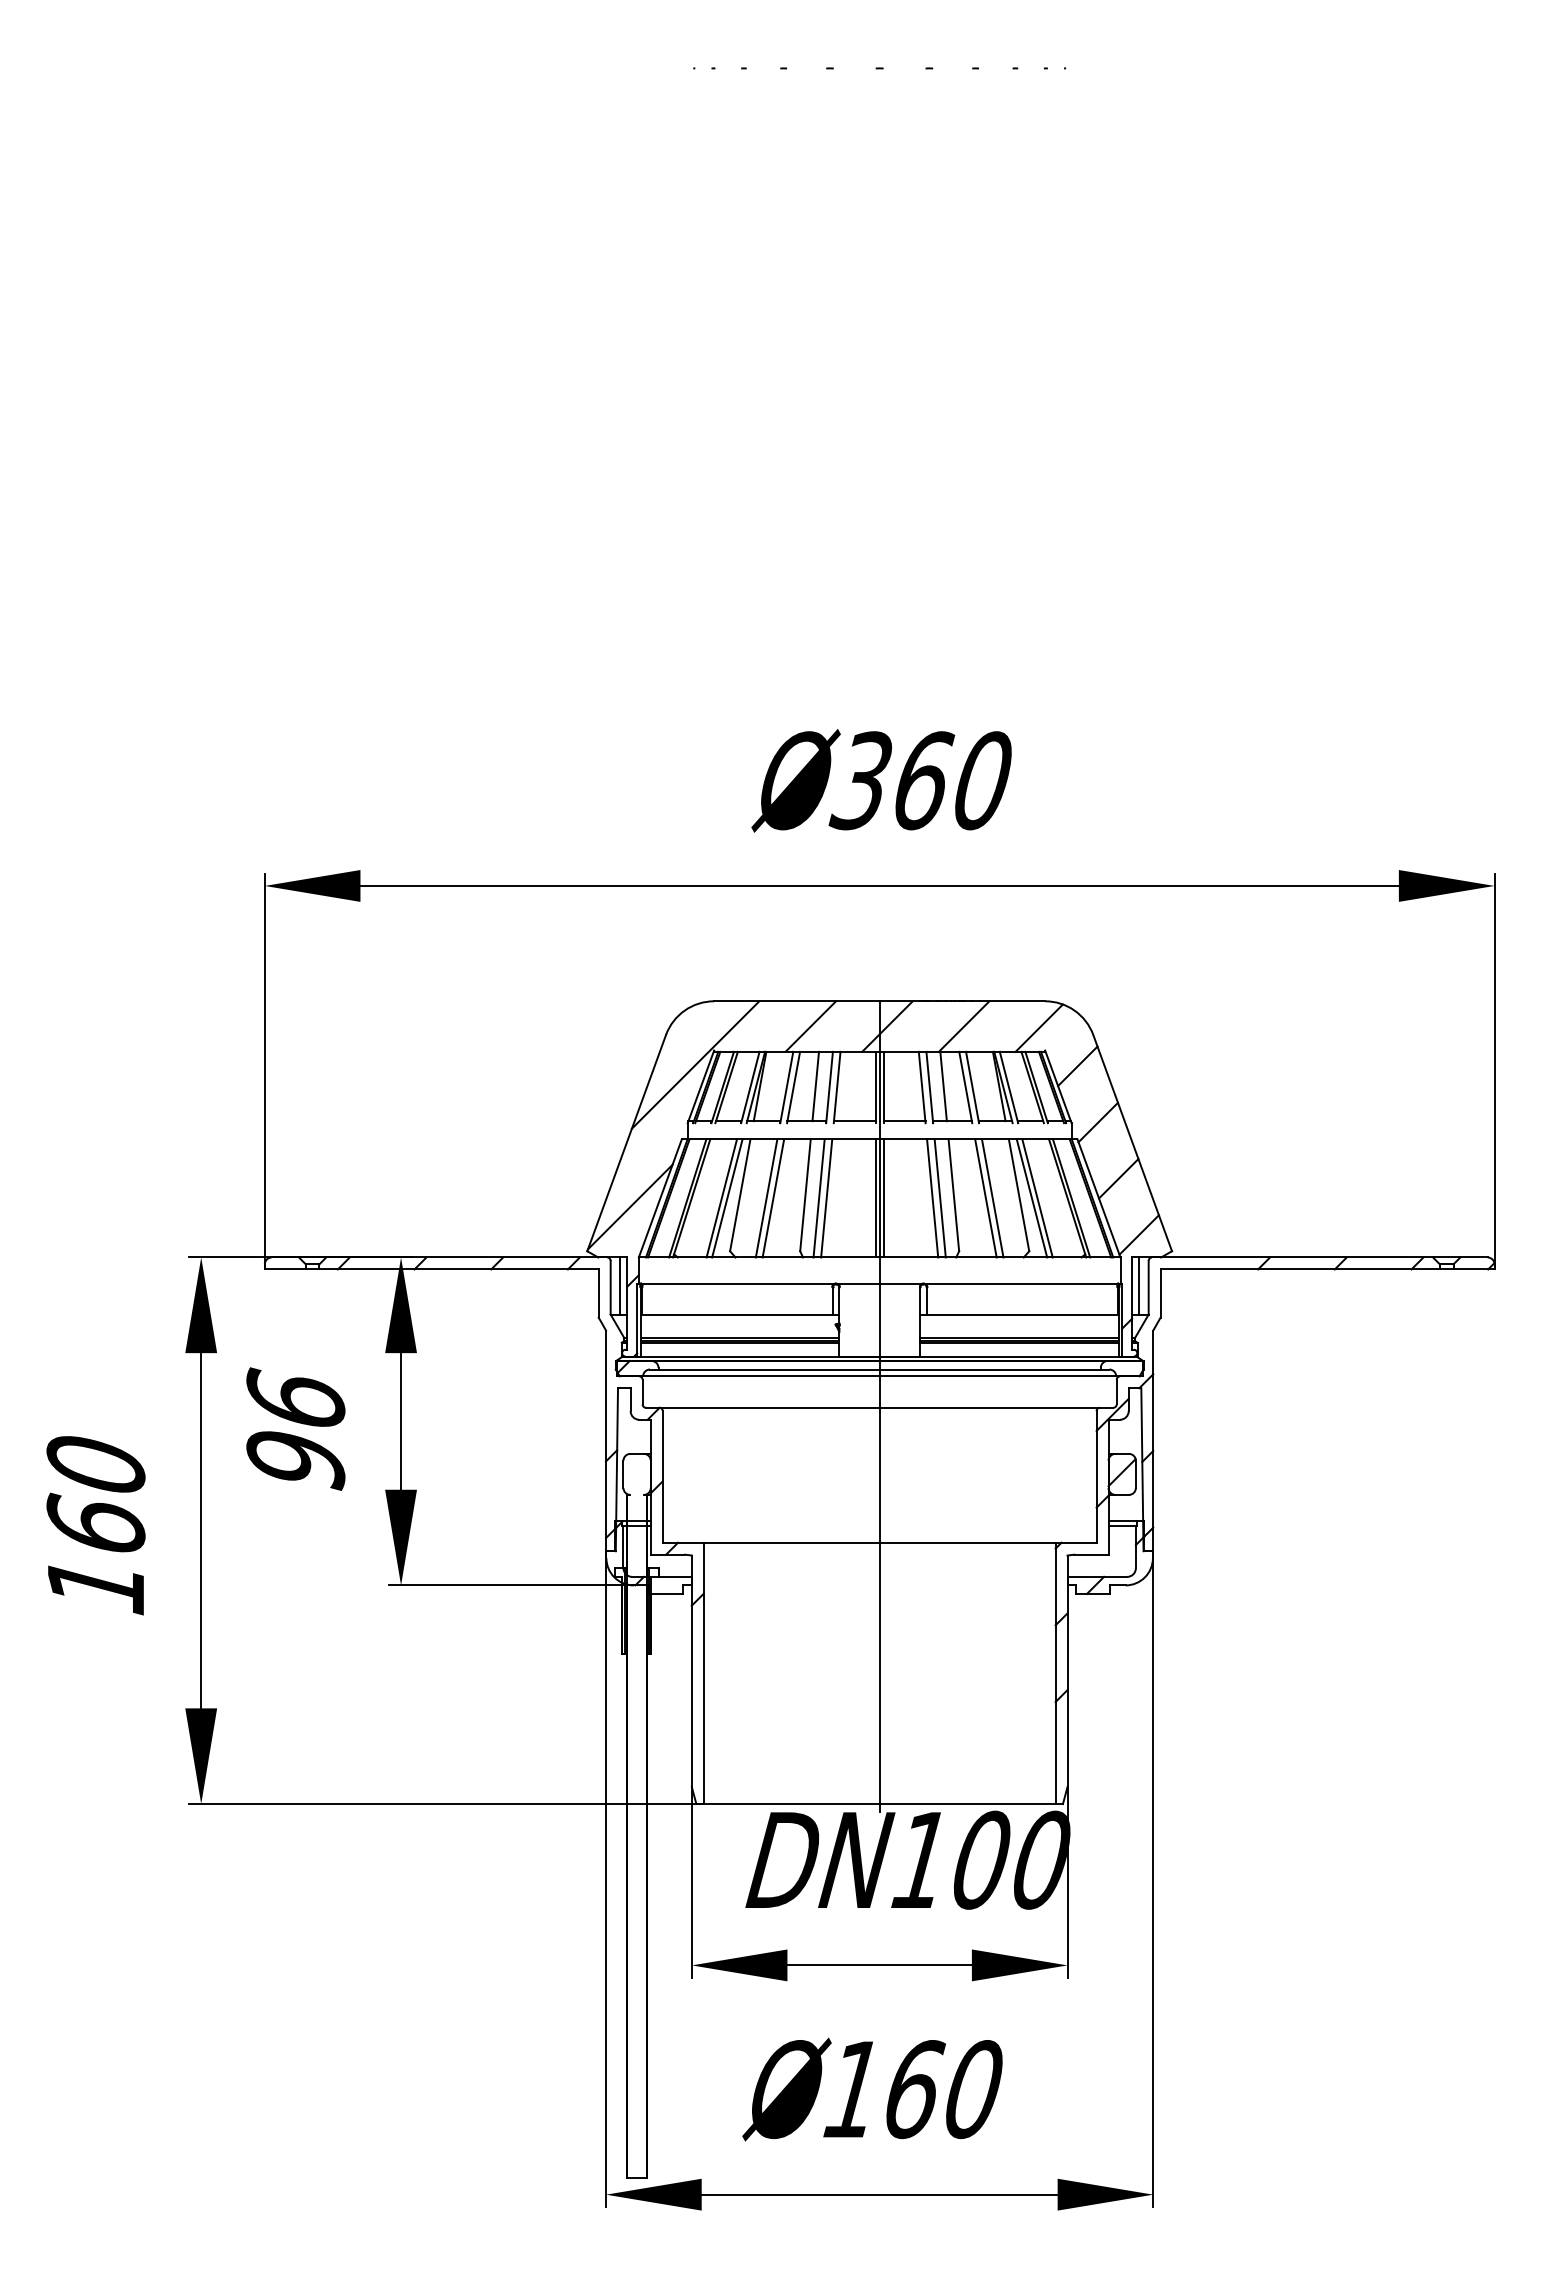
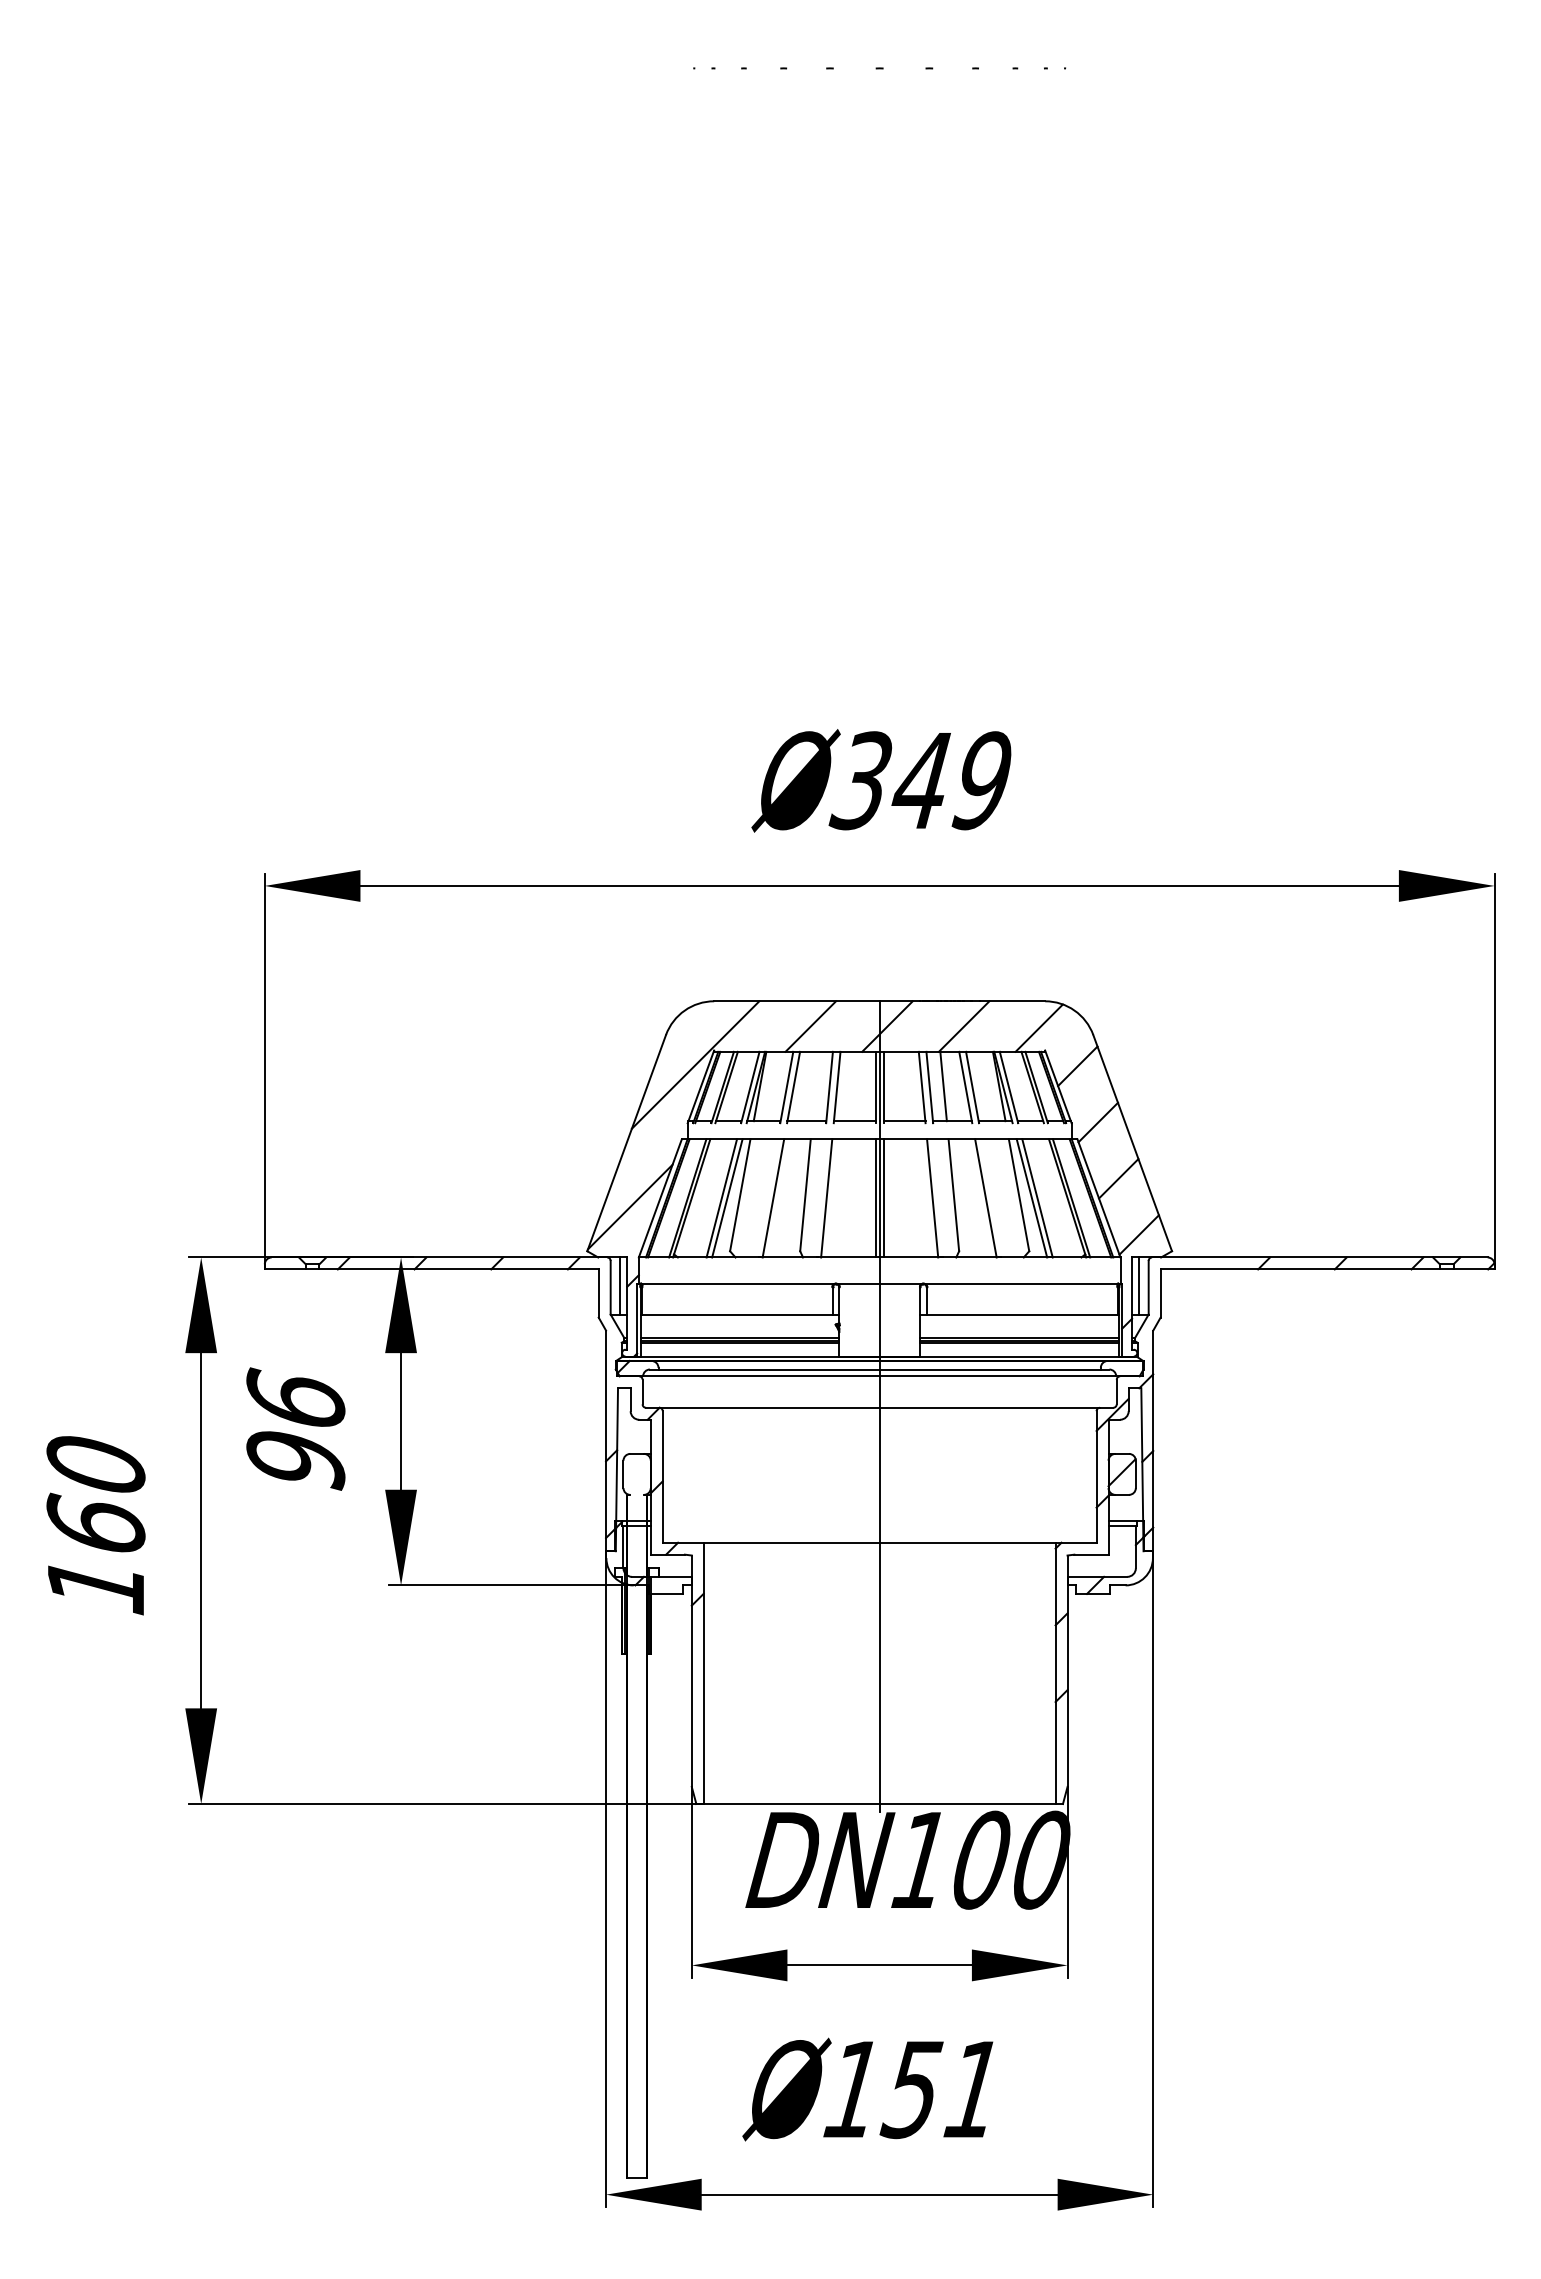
text at (951, 780): 360 -> 349
line at (815, 1086): present -> none
line at (766, 1198): present -> none
line at (818, 1198): present -> none
line at (939, 1198): present -> none
line at (992, 1198): present -> none
text at (940, 2089): Ø160 -> Ø151
